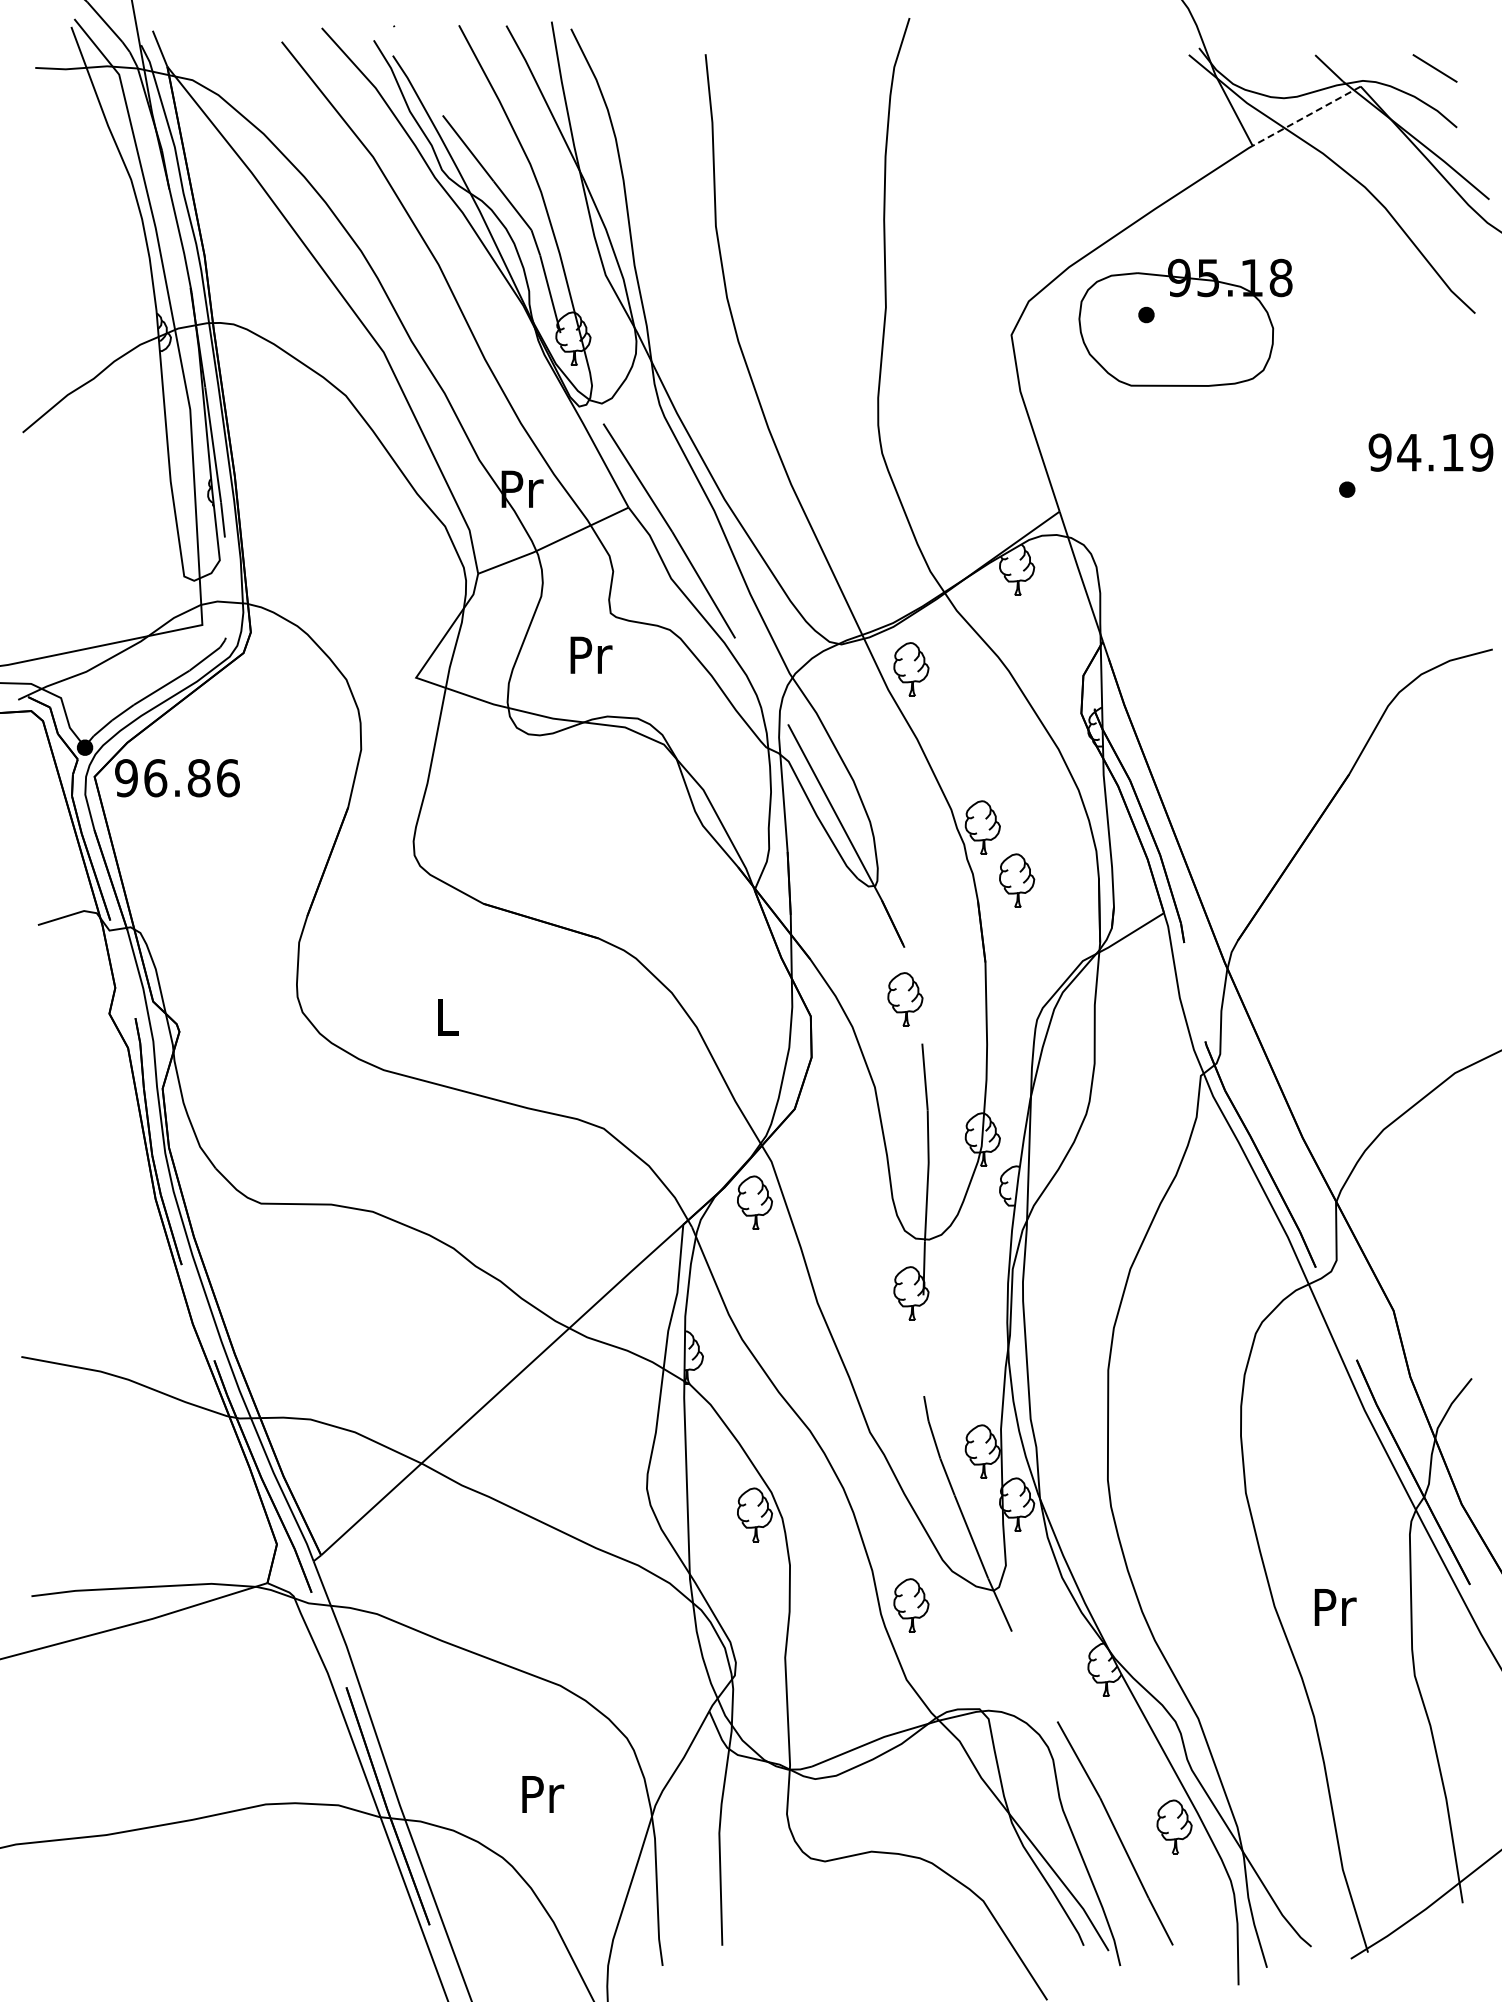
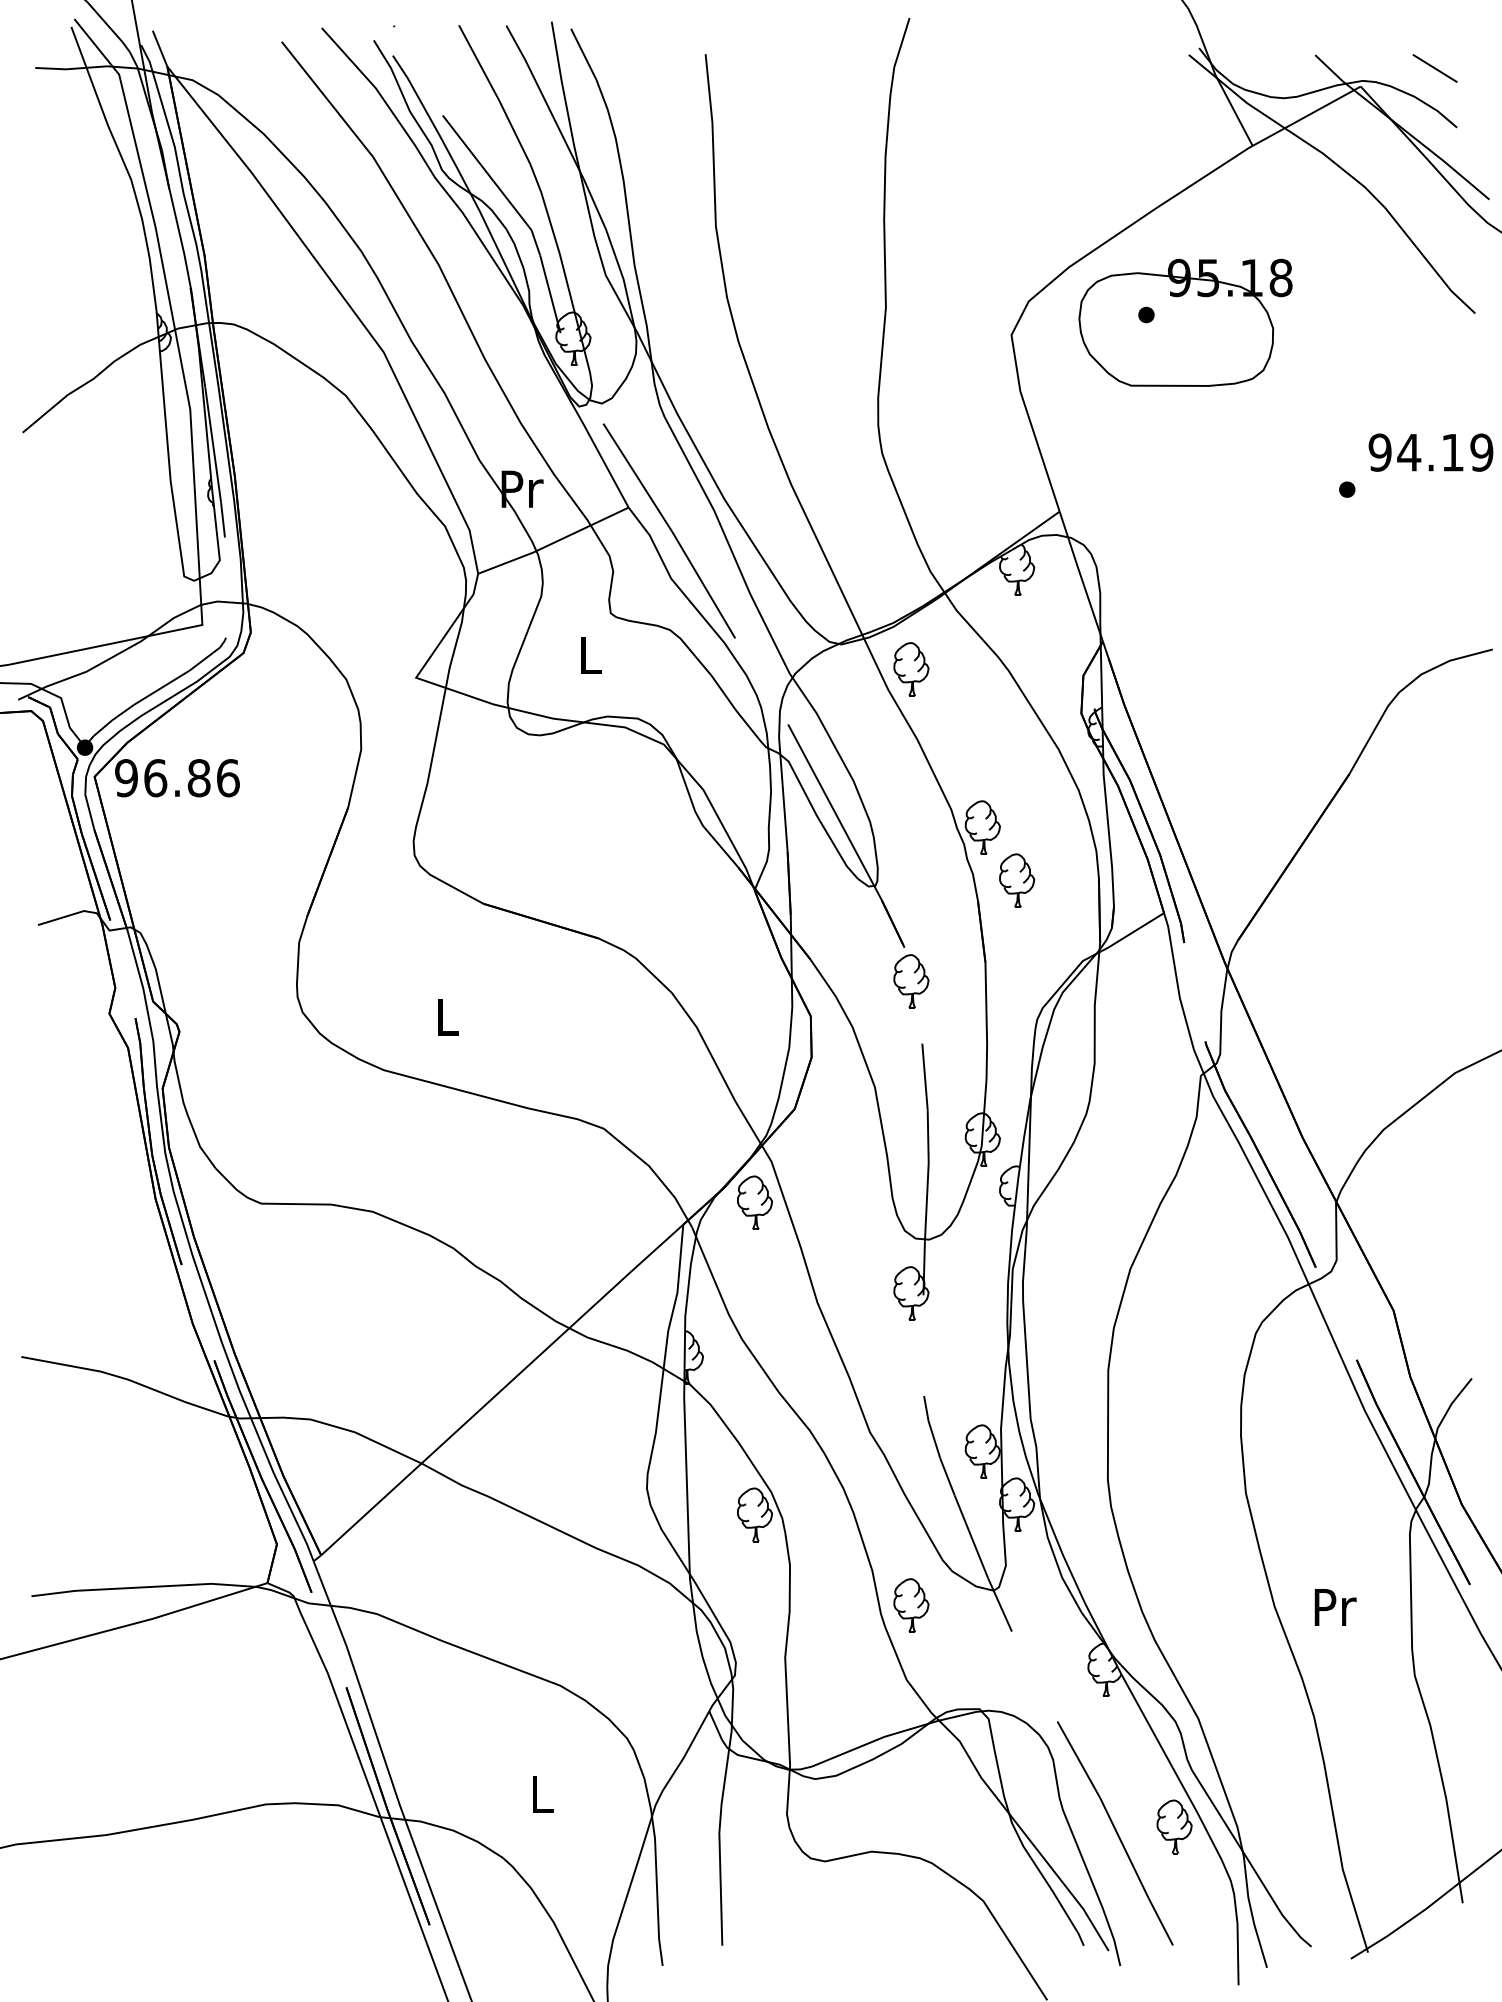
line at (1306, 116): dashed -> solid
text at (591, 654): Pr -> L
part at (905, 999) position: (905, 999) -> (911, 981)
text at (543, 1794): Pr -> L
